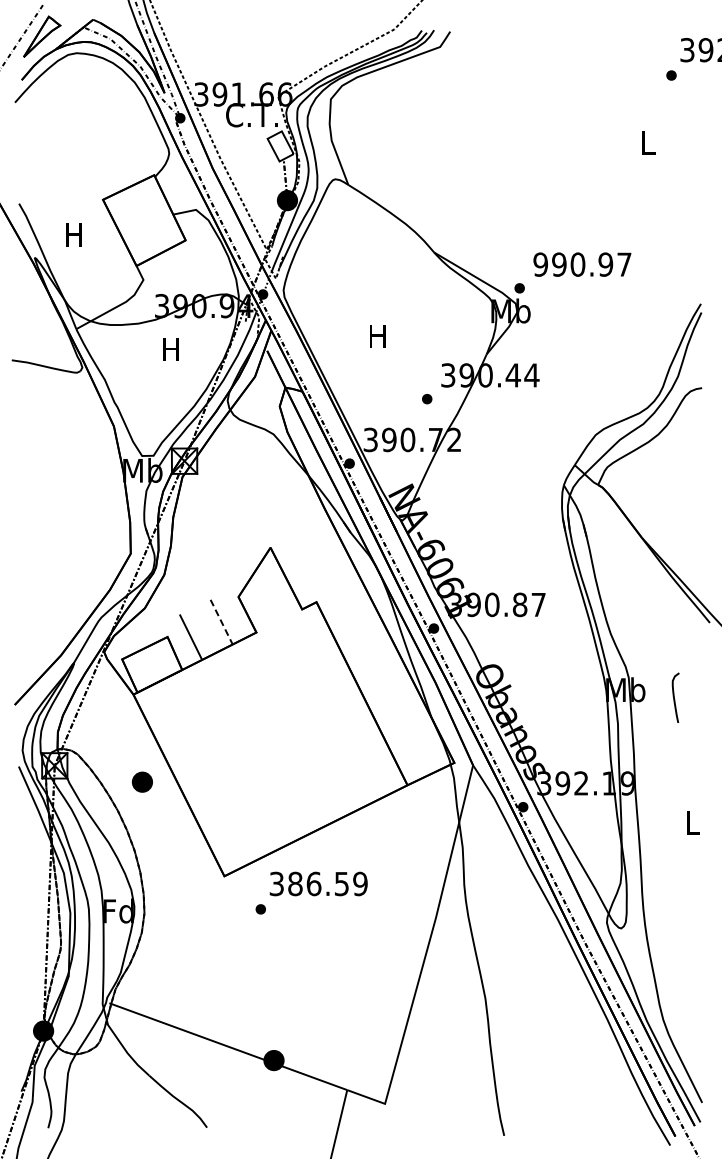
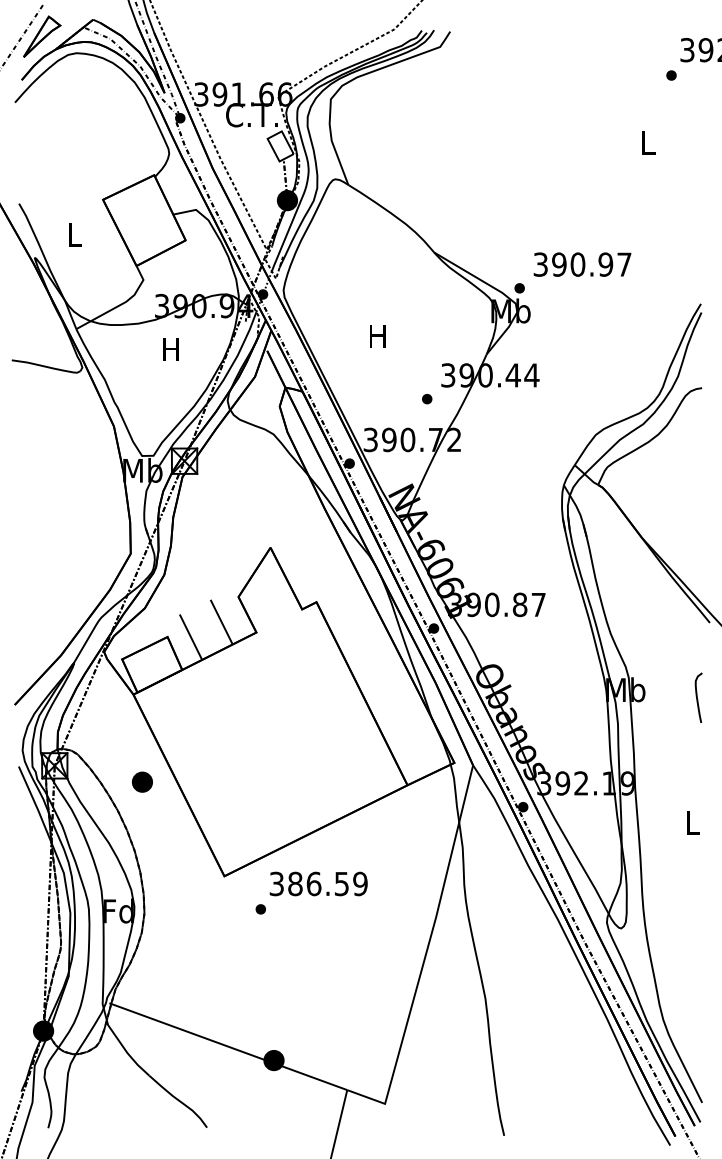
text at (73, 234): H -> L
text at (540, 264): 990.97 -> 390.97
line at (221, 622): dashed -> solid
curve at (674, 697) position: (674, 697) -> (697, 697)
